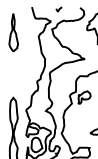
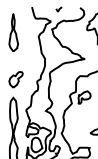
part at (15, 79): none -> present
